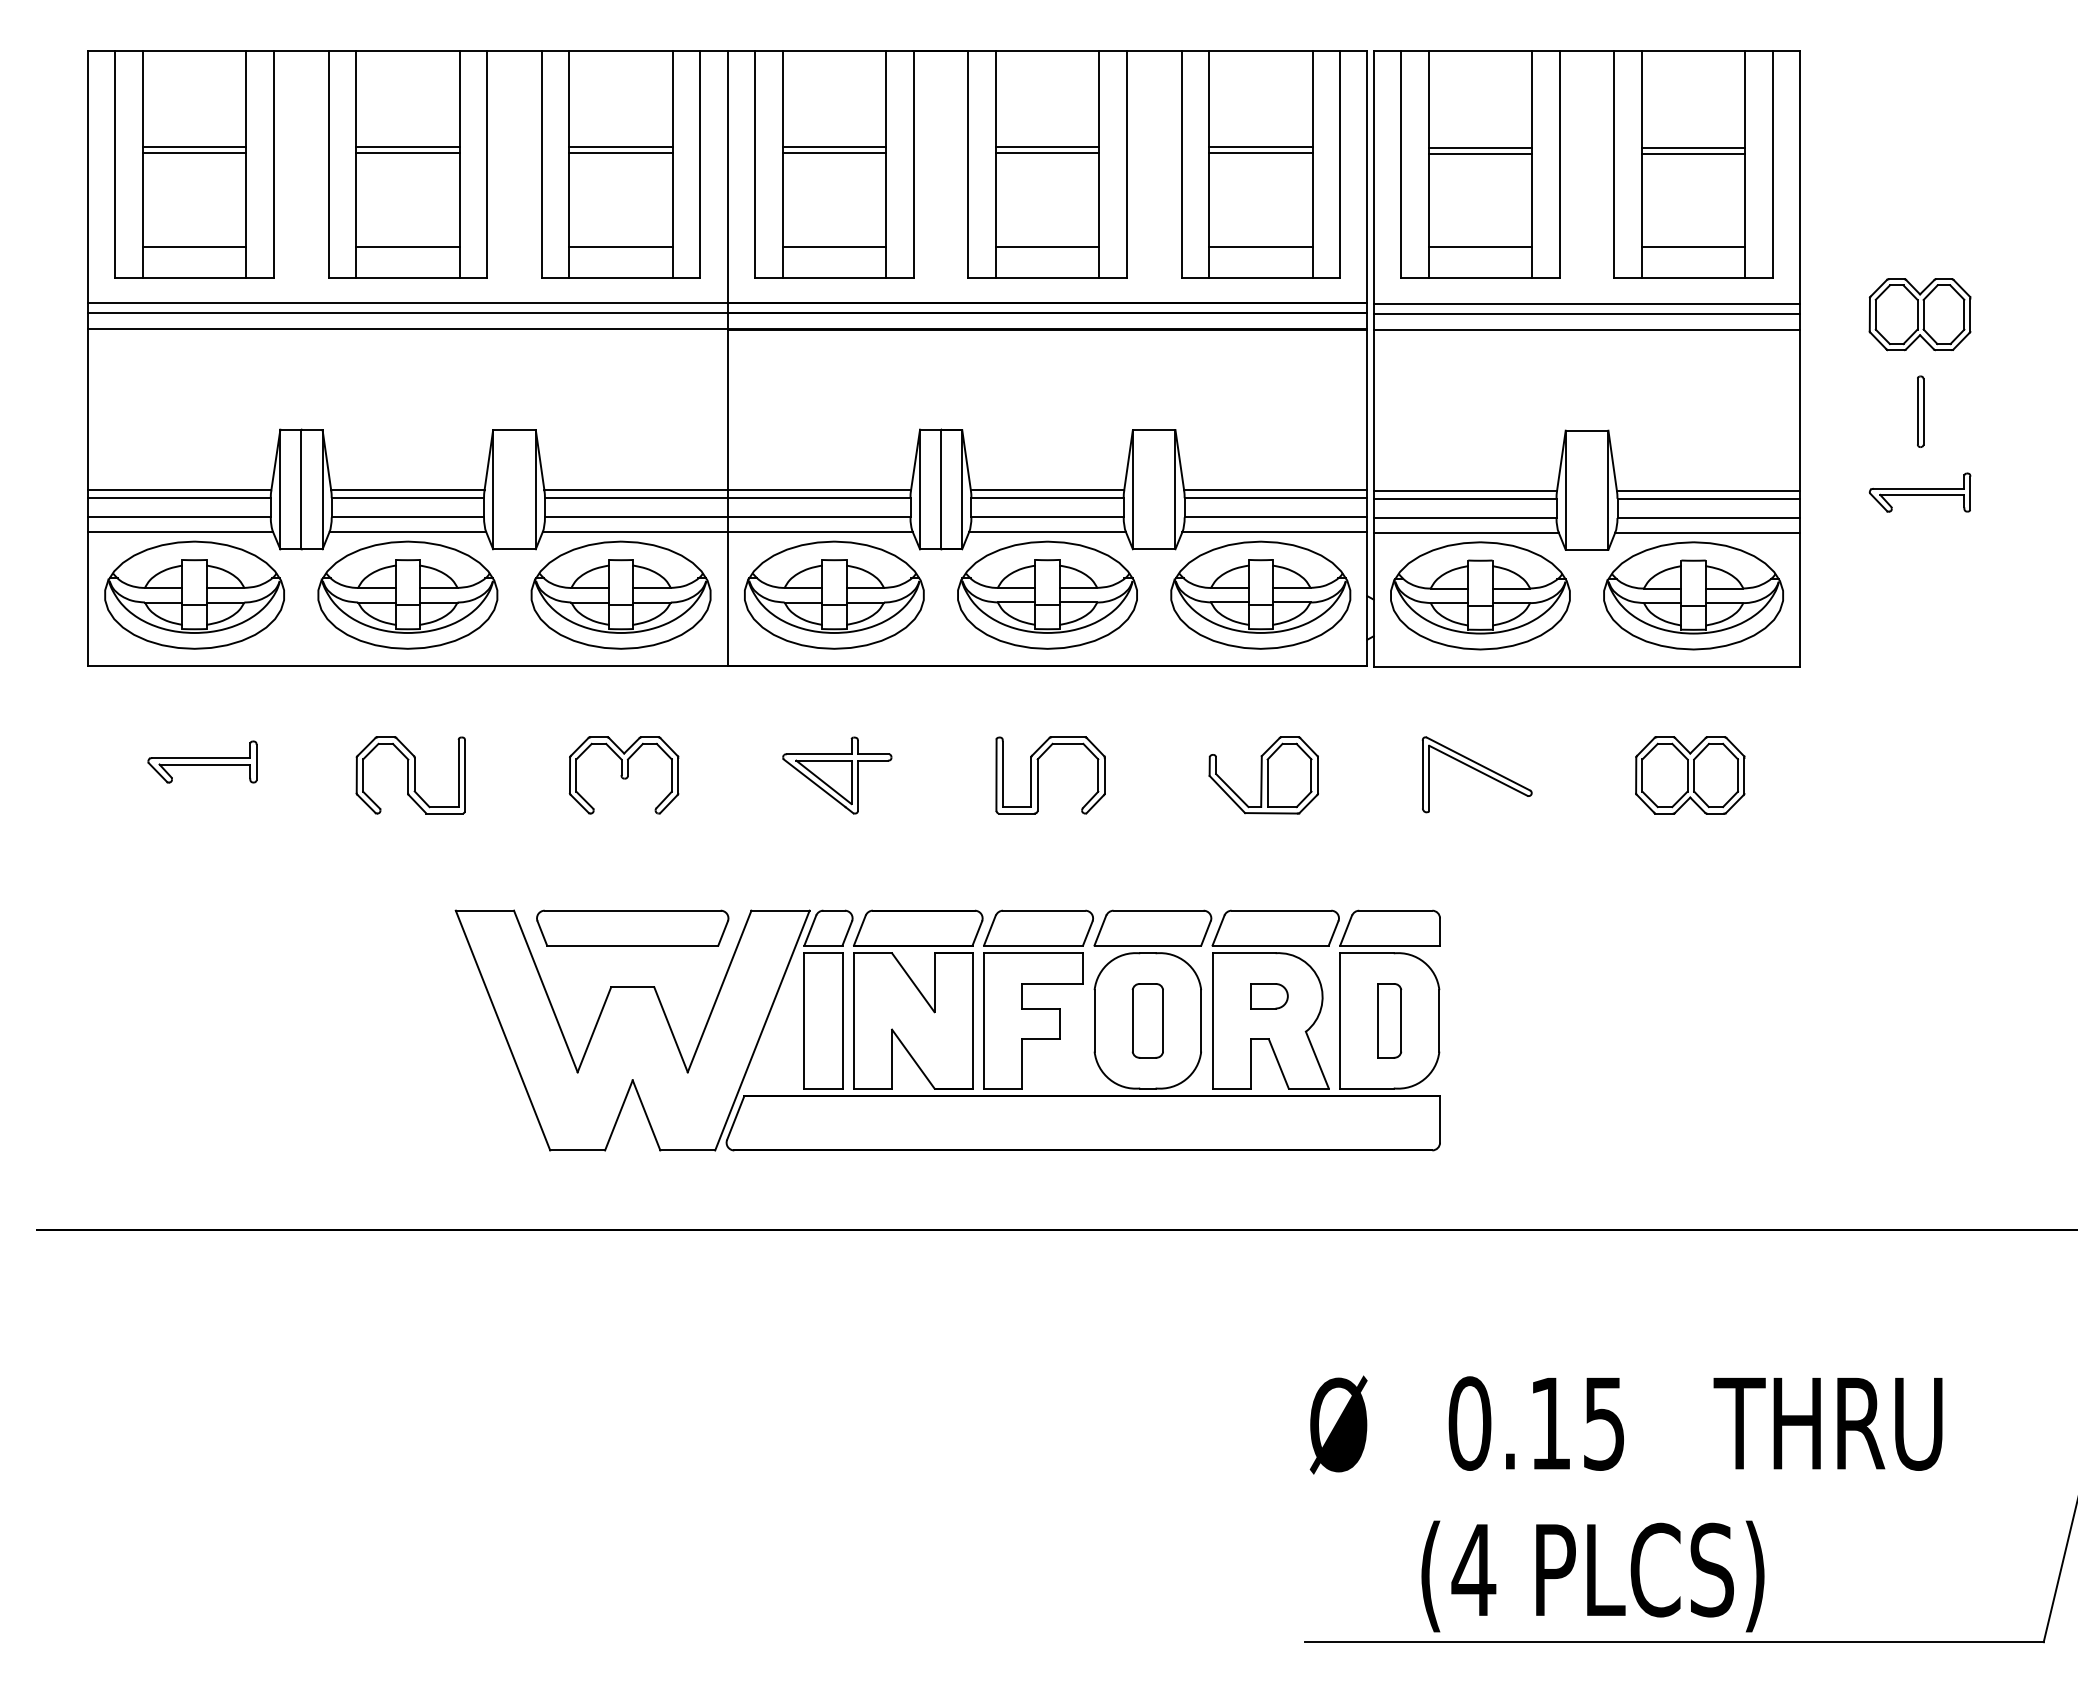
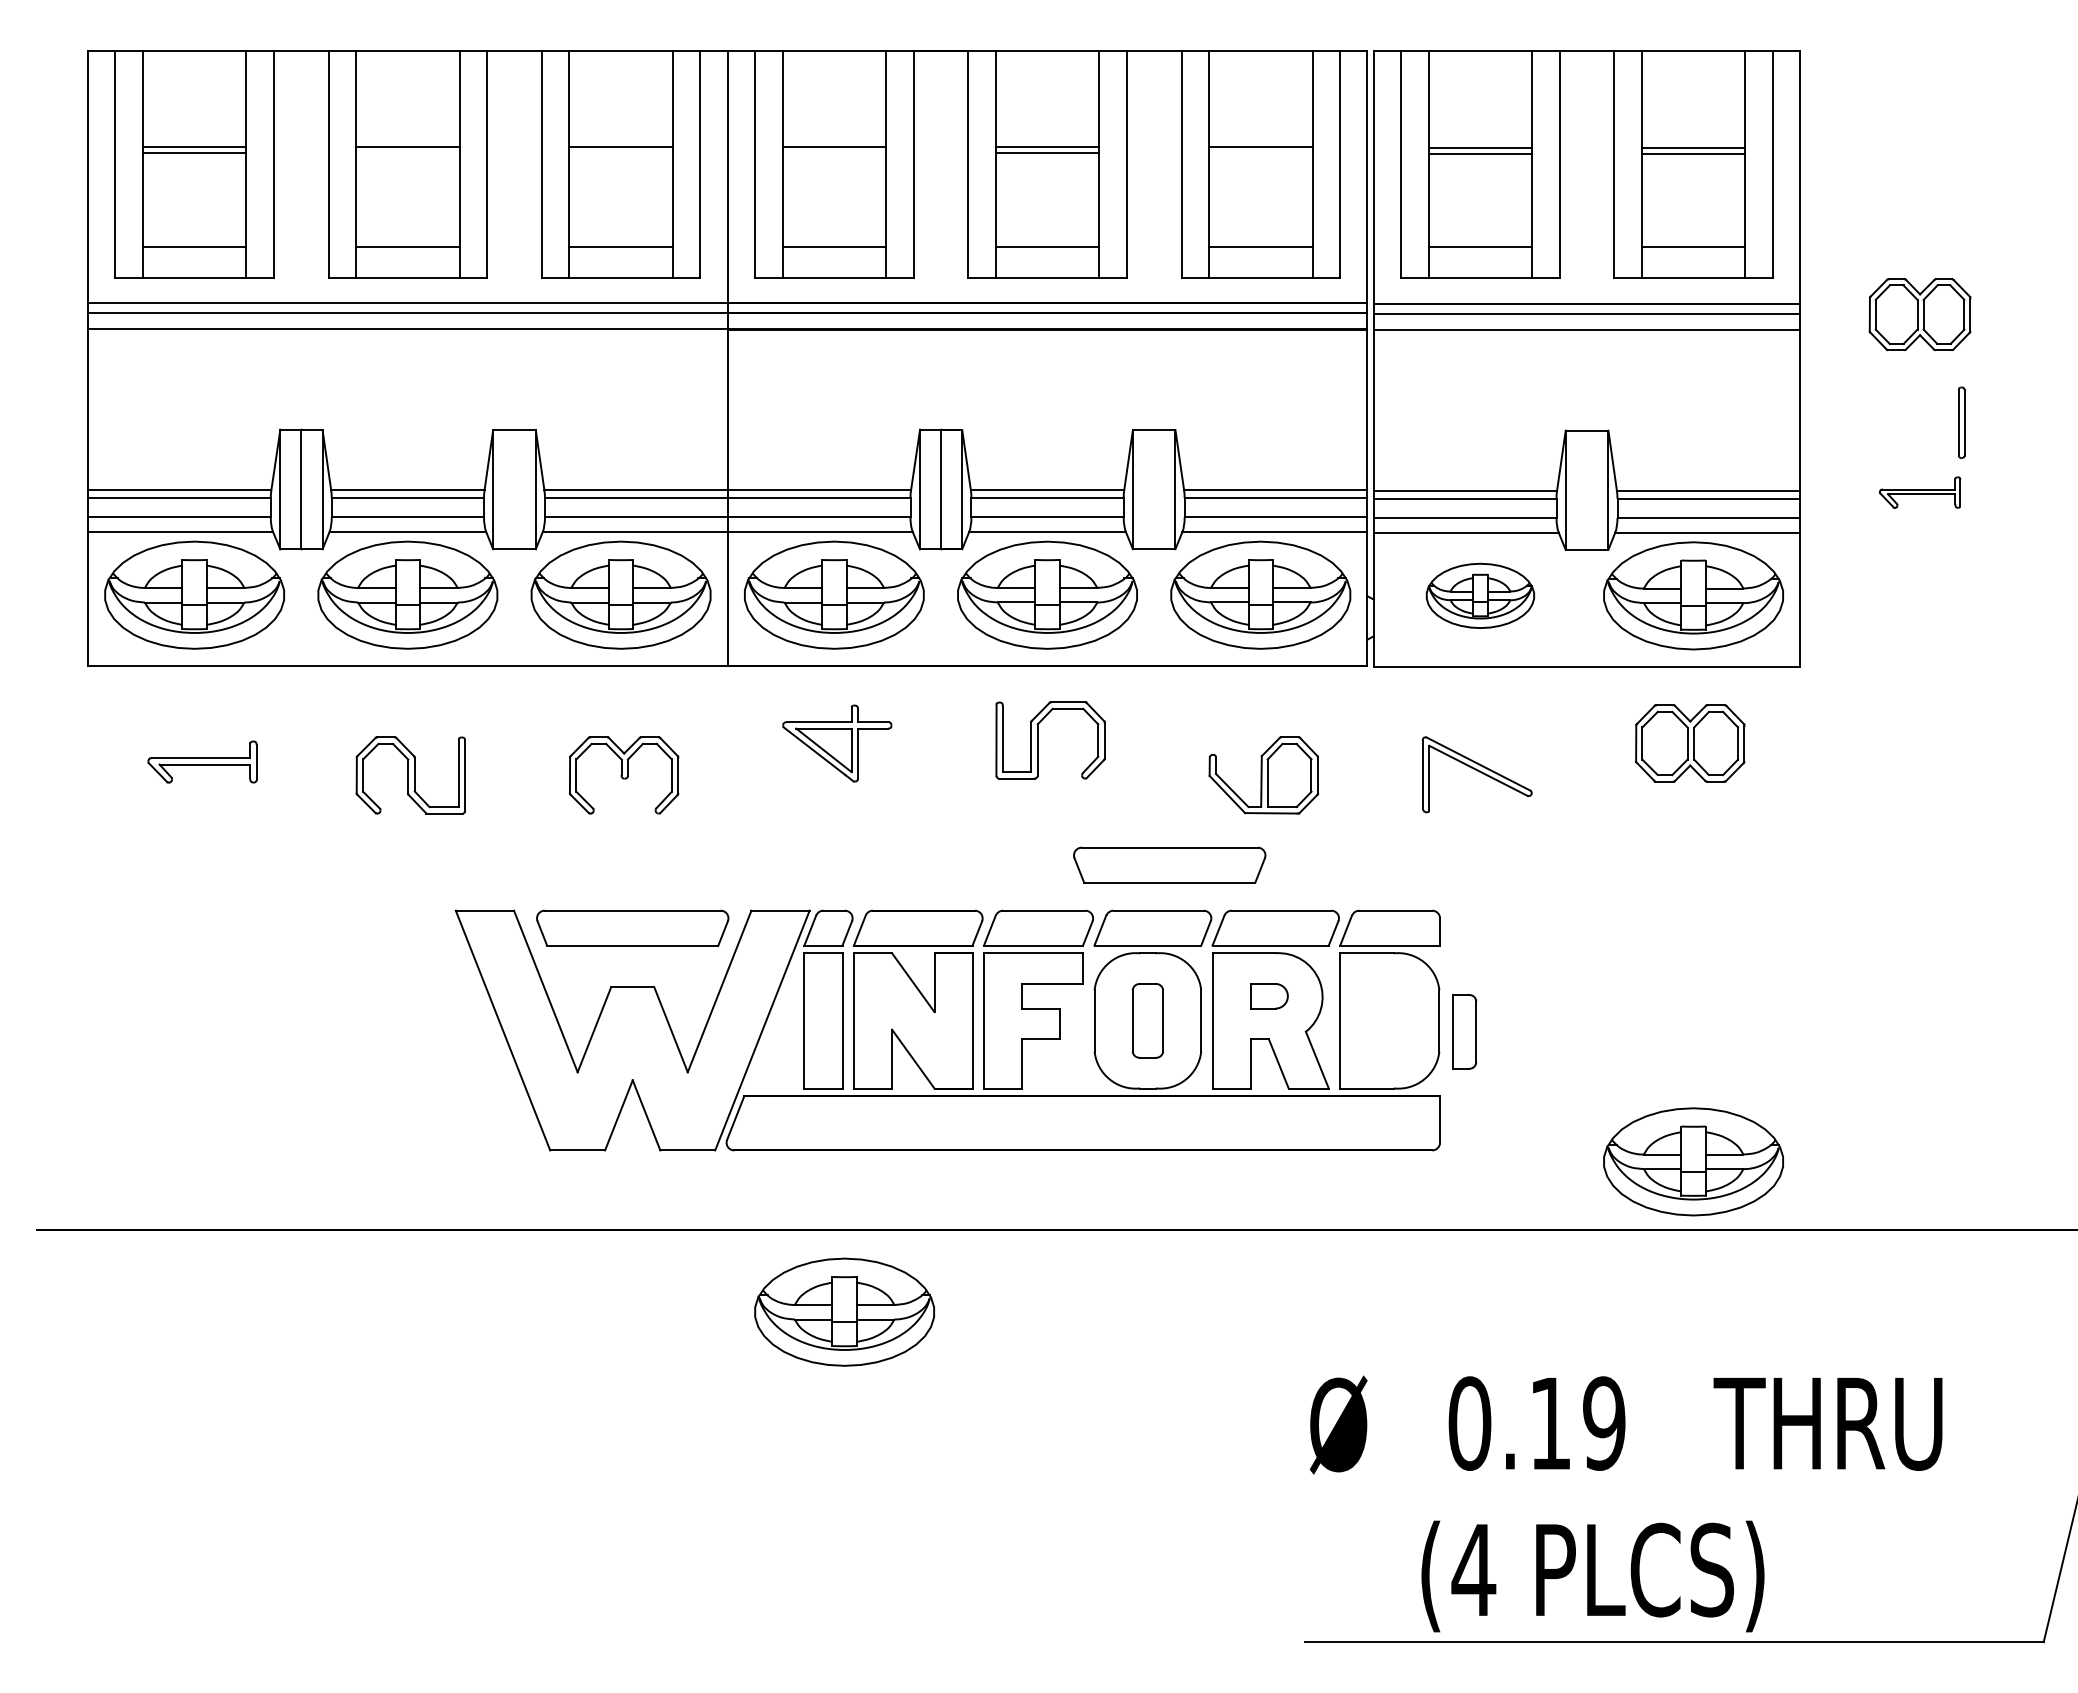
line at (407, 152): present -> none
line at (620, 152): present -> none
line at (834, 152): present -> none
line at (1260, 152): present -> none
part at (1920, 411) position: (1920, 411) -> (1961, 422)
part at (1919, 492) size: 104x41 px -> 83x33 px
part at (1480, 595) size: 181x110 px -> 110x67 px
part at (837, 775) position: (837, 775) -> (837, 743)
part at (1038, 775) position: (1038, 775) -> (1038, 740)
part at (1690, 775) position: (1690, 775) -> (1690, 743)
part at (1169, 864): none -> present
part at (1389, 1020) position: (1389, 1020) -> (1464, 1031)
part at (1693, 1161): none -> present
part at (844, 1311): none -> present
text at (1604, 1423): 0.15 -> 0.19
